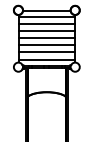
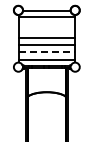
line at (46, 24): present -> none
line at (46, 31): present -> none
line at (47, 52): solid -> dashed
